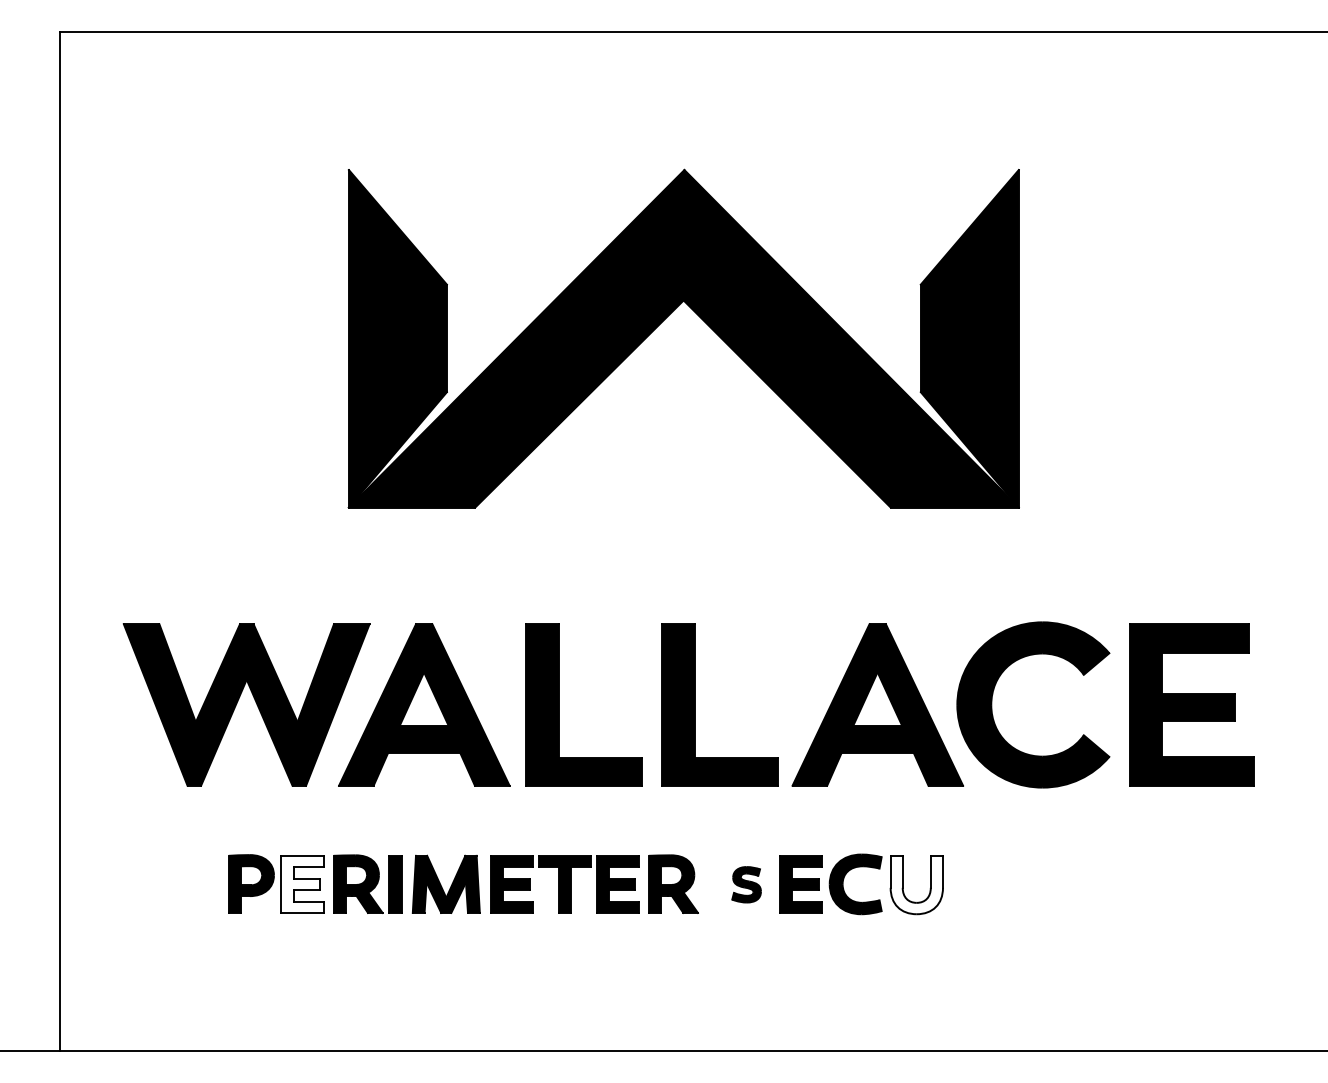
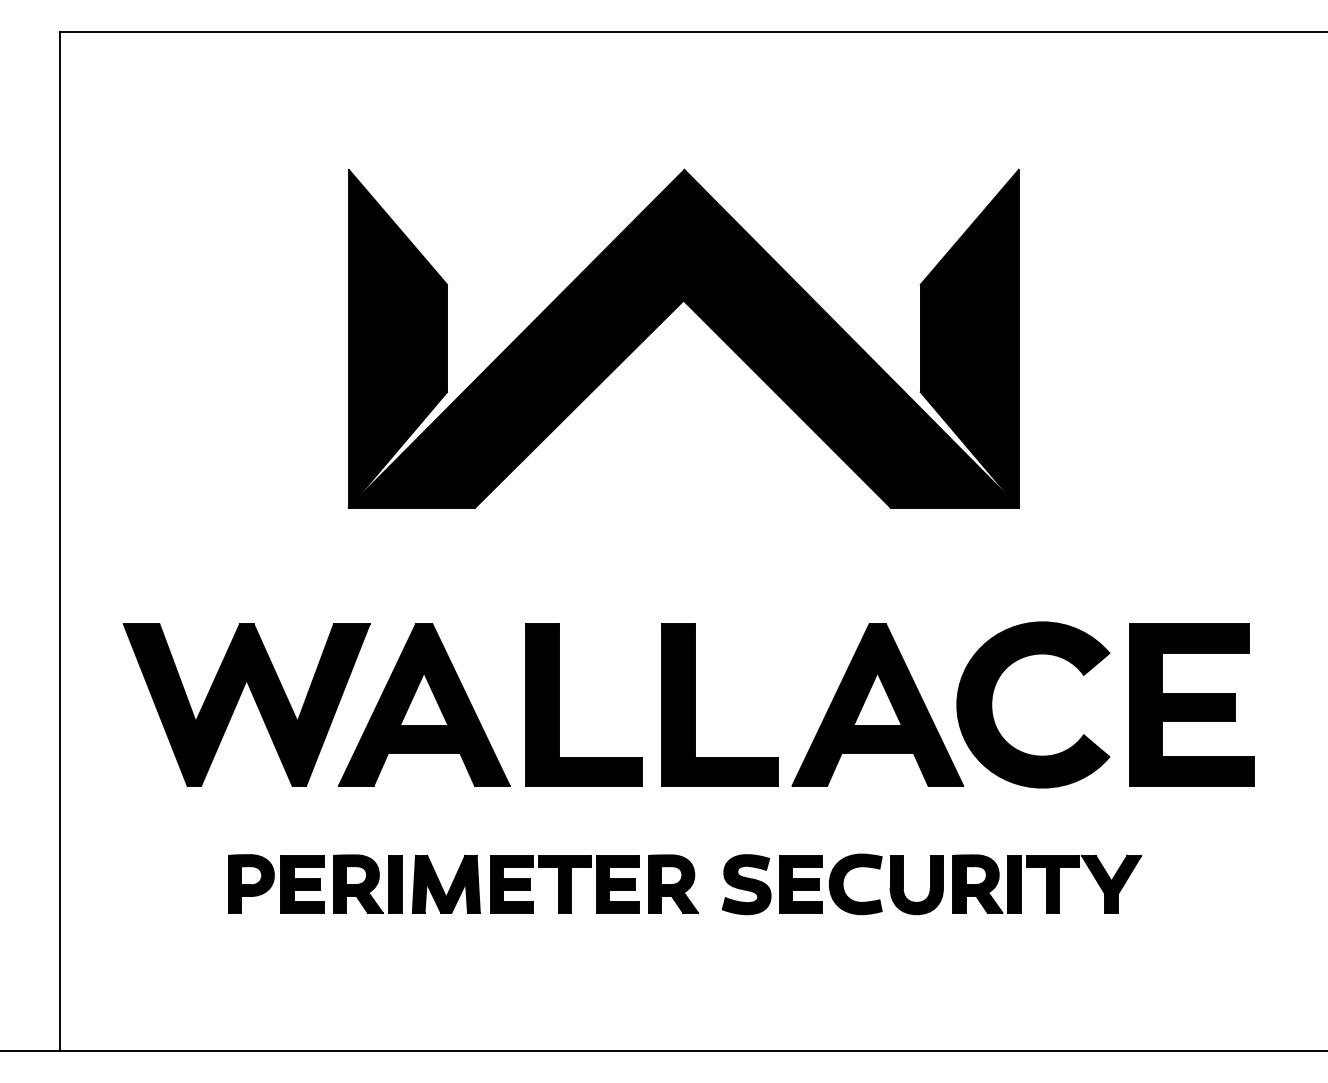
fill at (302, 883): none -> present
part at (1047, 883): none -> present
part at (746, 884) size: 31x38 px -> 51x62 px
fill at (916, 884): none -> present
